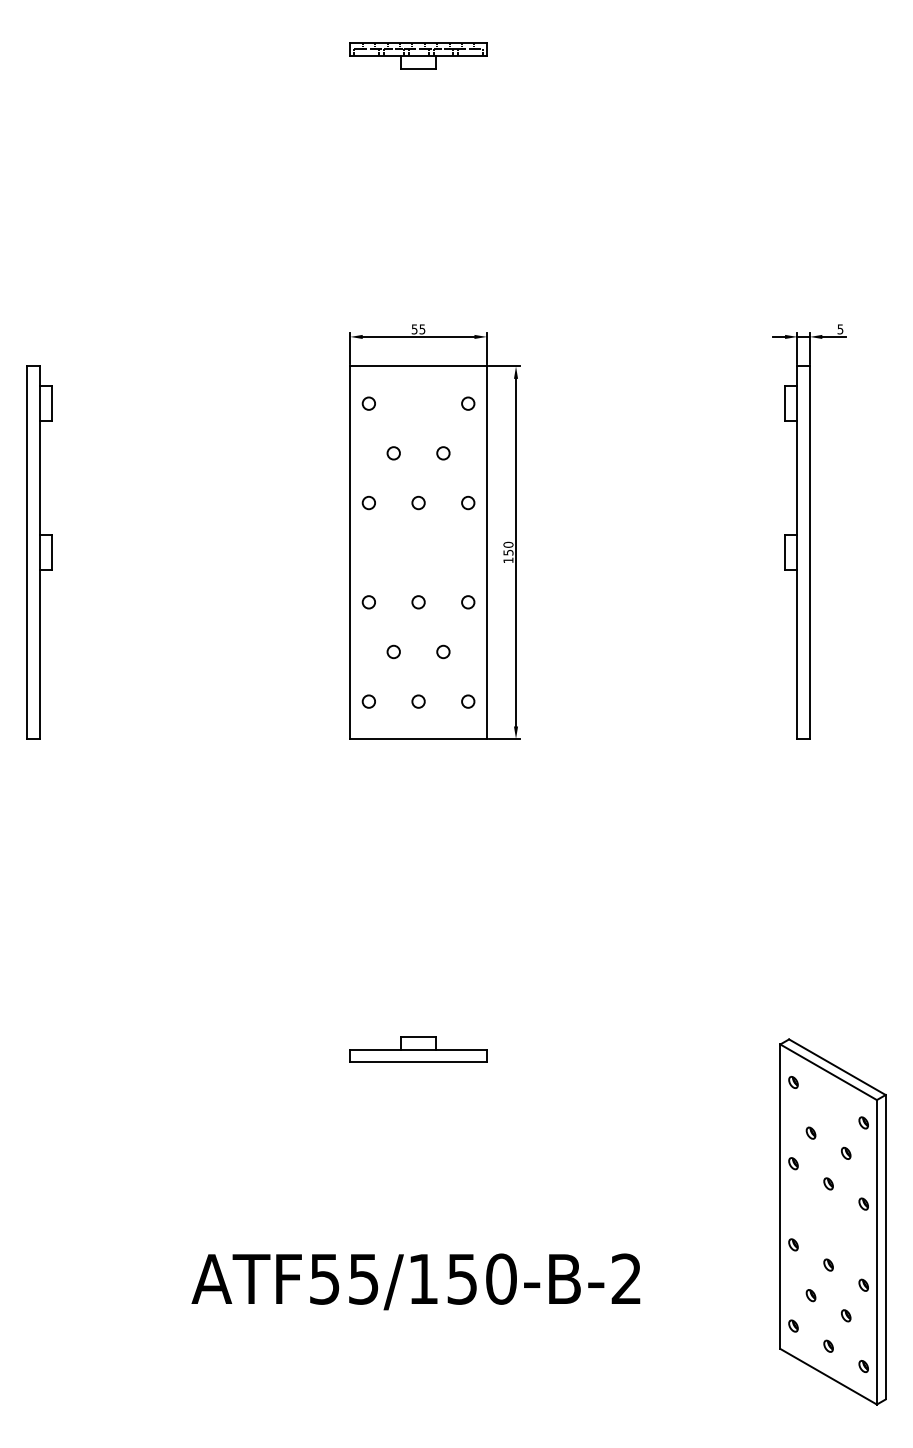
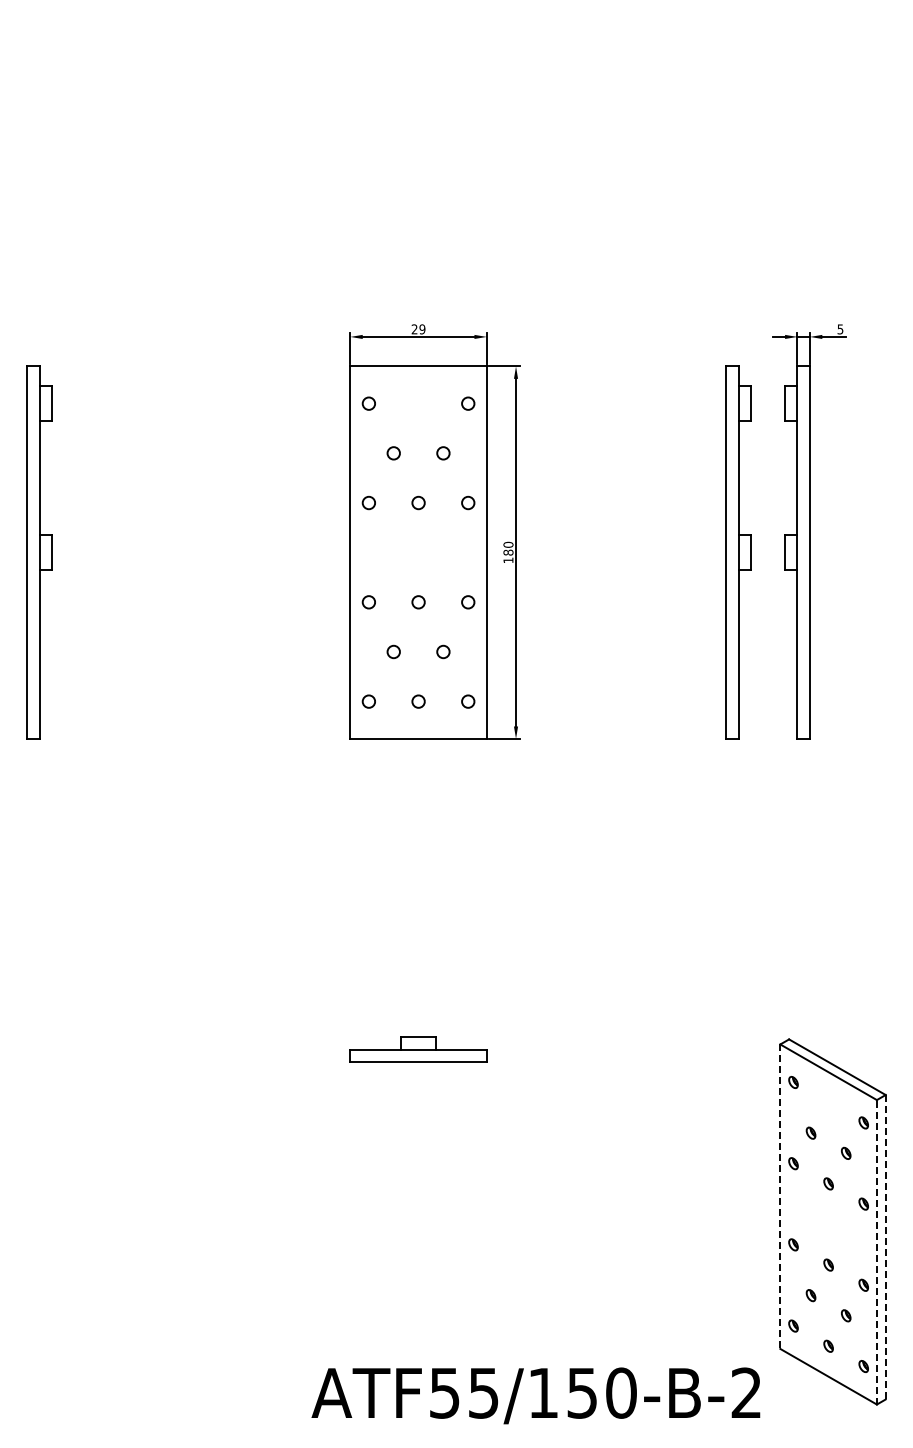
part at (418, 55): present -> none
text at (418, 329): 55 -> 29
text at (508, 552): 150 -> 180
part at (738, 552): none -> present
line at (780, 1197): solid -> dashed
line at (885, 1247): solid -> dashed
line at (876, 1251): solid -> dashed
text at (415, 1281) position: (415, 1281) -> (535, 1395)
